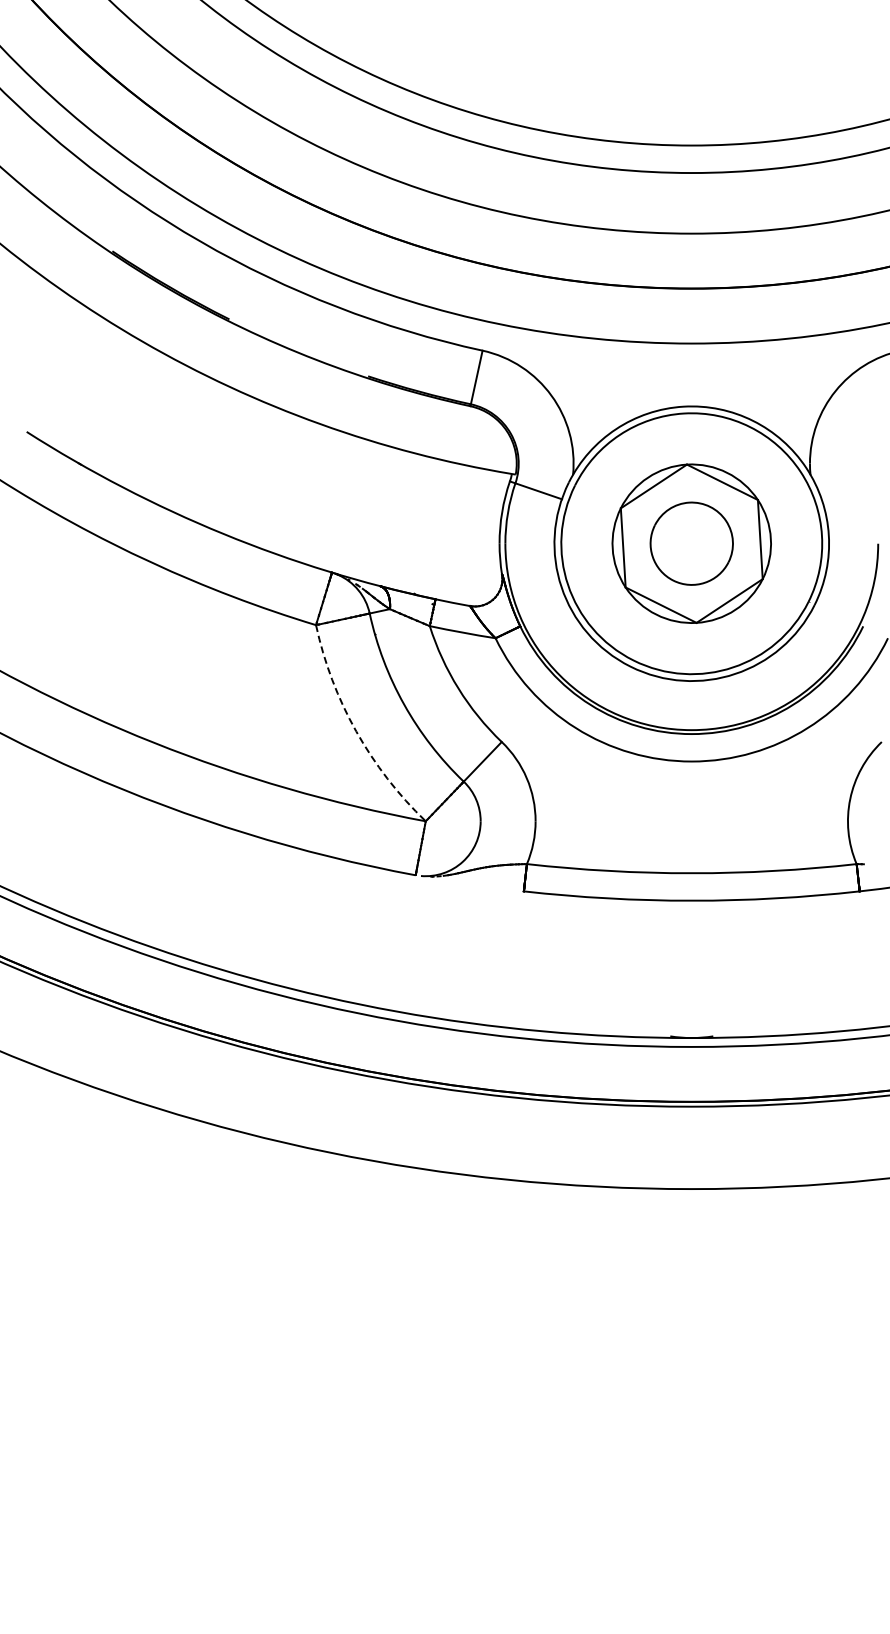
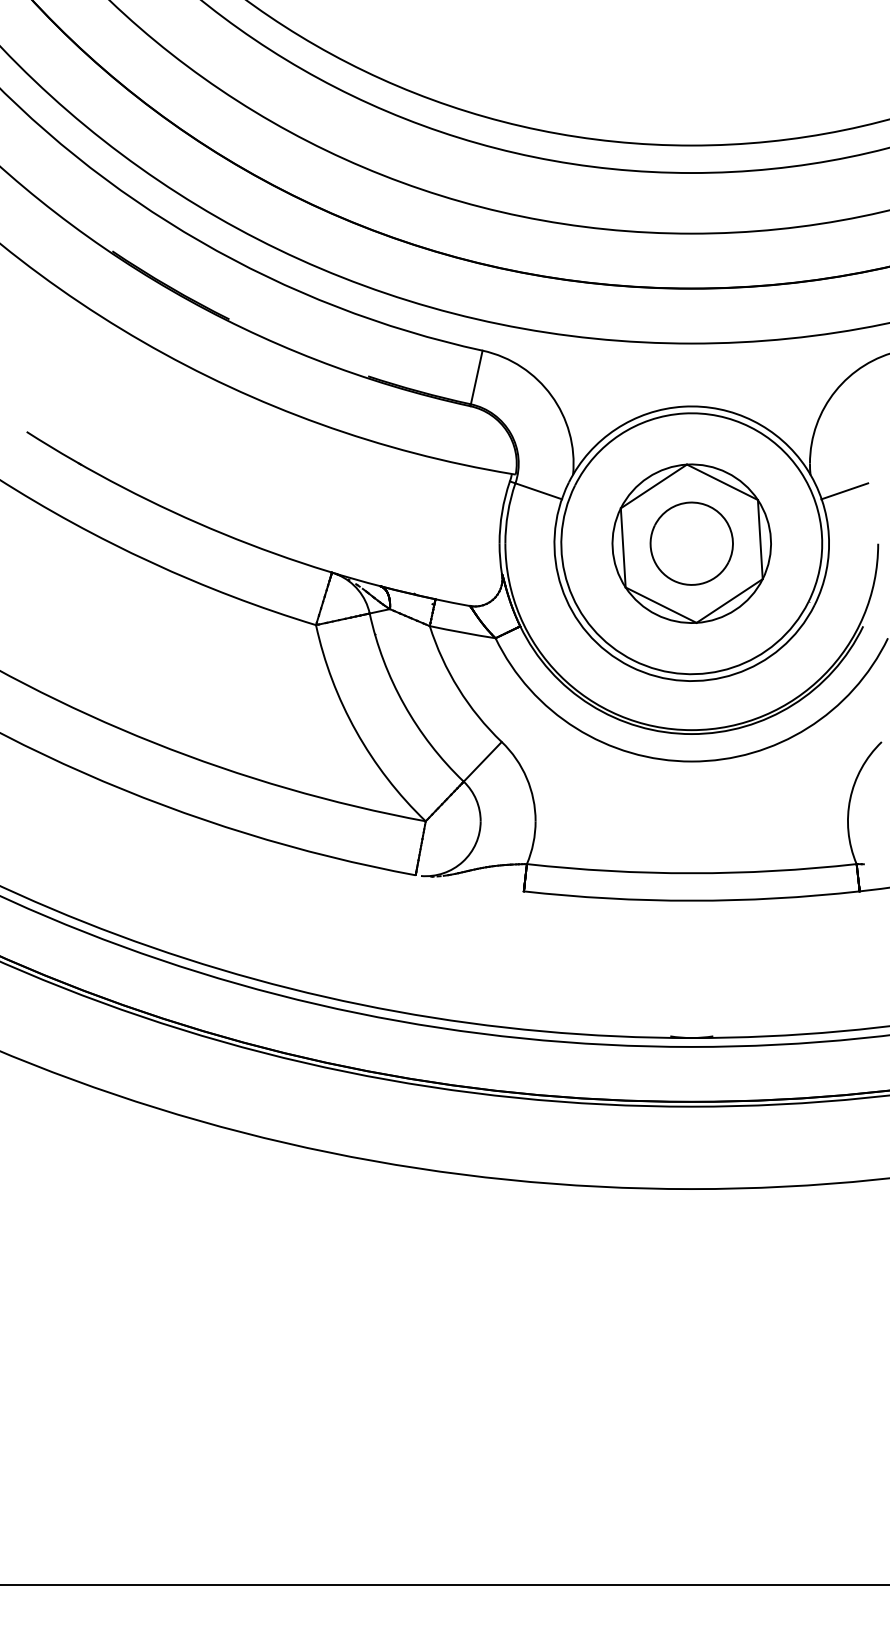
line at (844, 491): none -> present
arc at (356, 731): dashed -> solid
line at (444, 1584): none -> present
